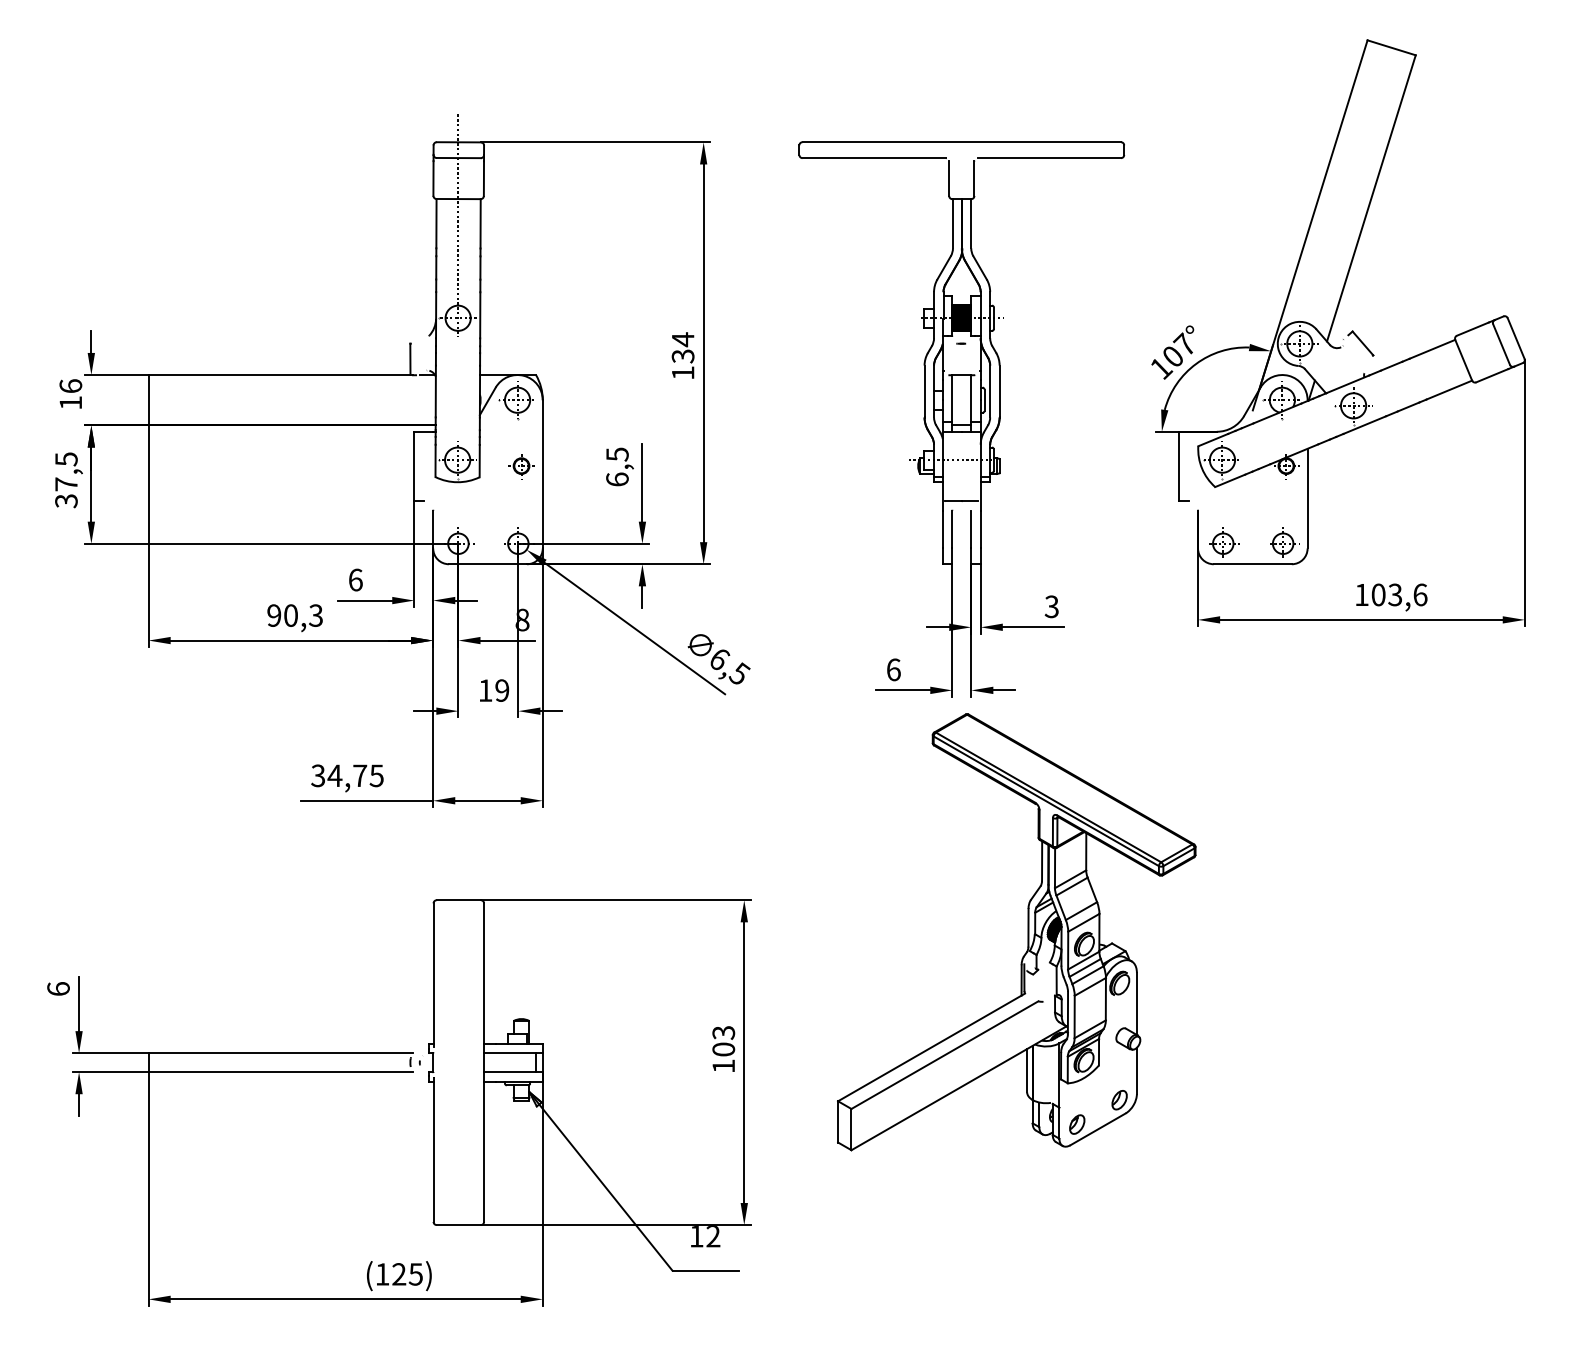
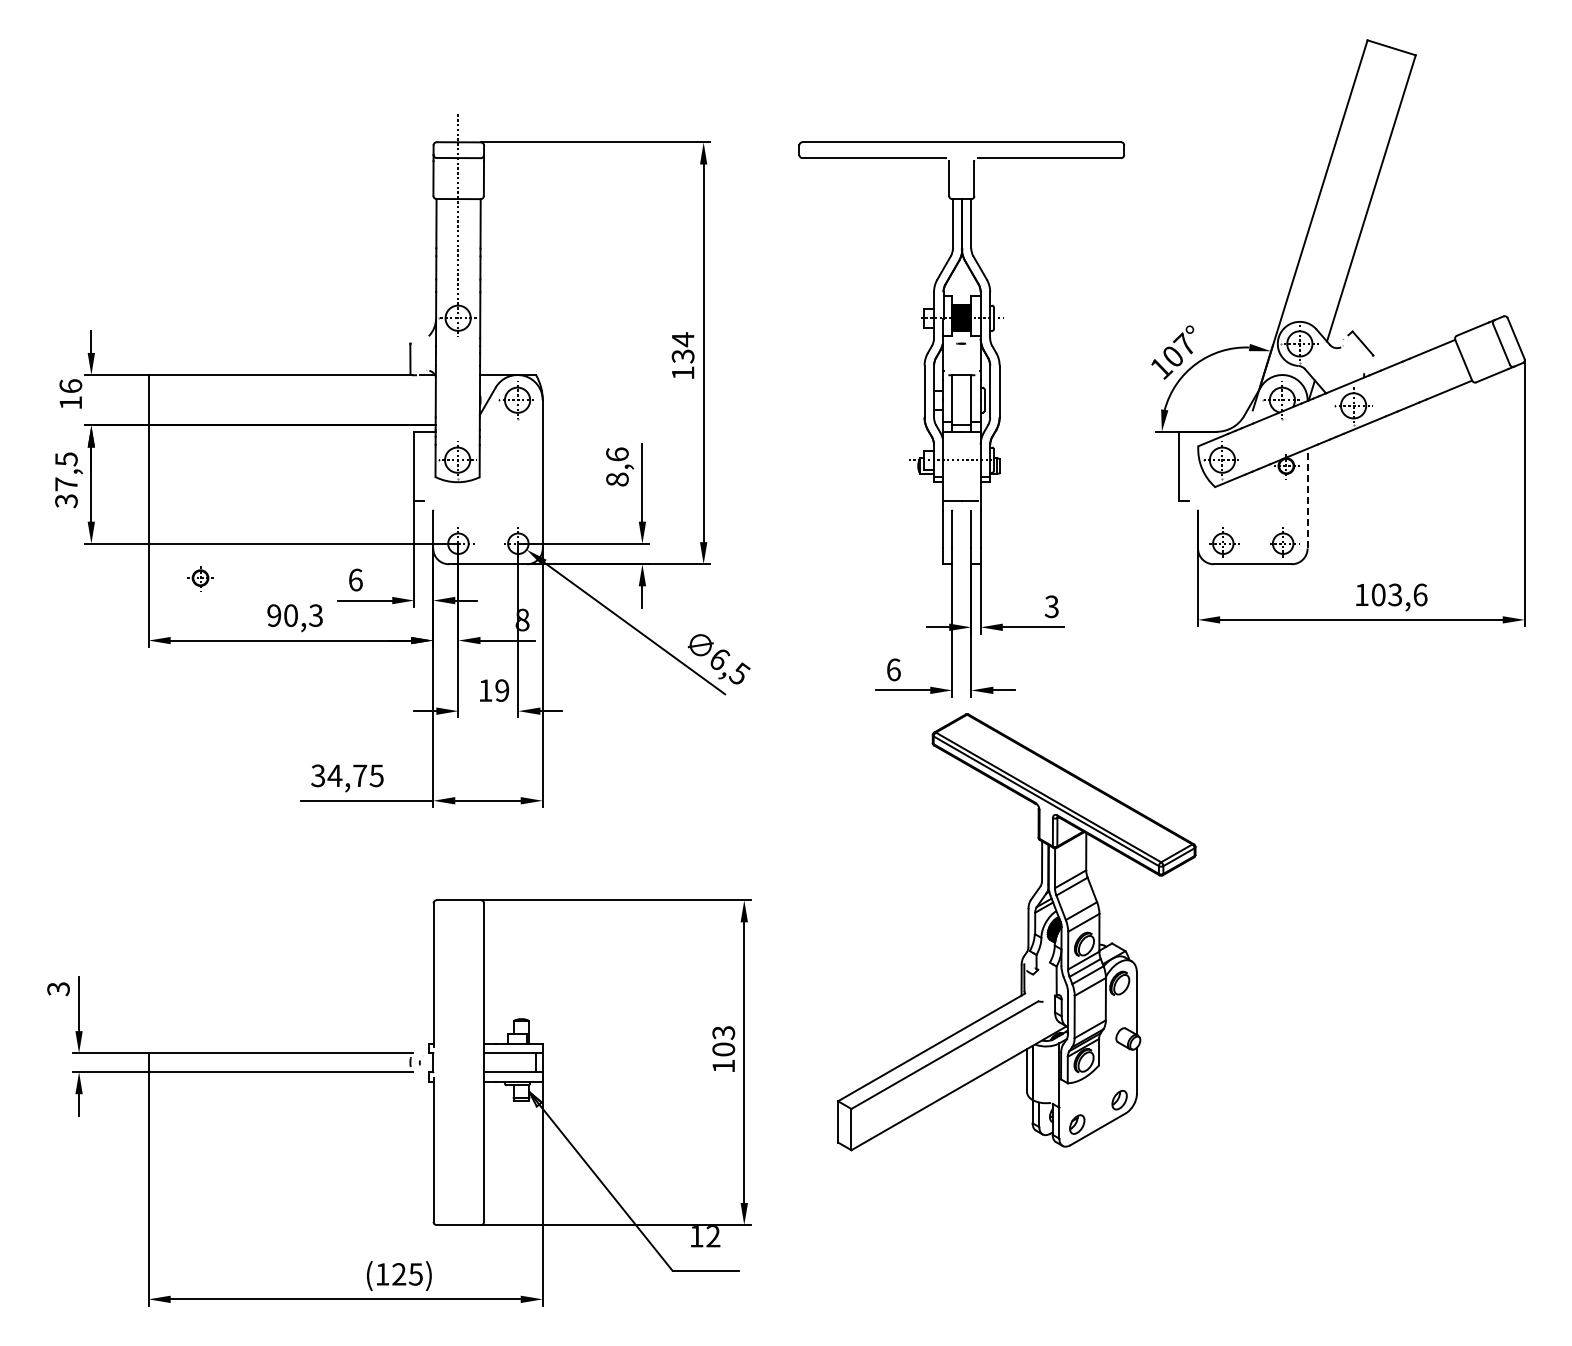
part at (521, 466) position: (521, 466) -> (200, 578)
text at (617, 466): 6,5 -> 8,6
line at (1307, 498): solid -> dashed
text at (58, 989): 6 -> 3
